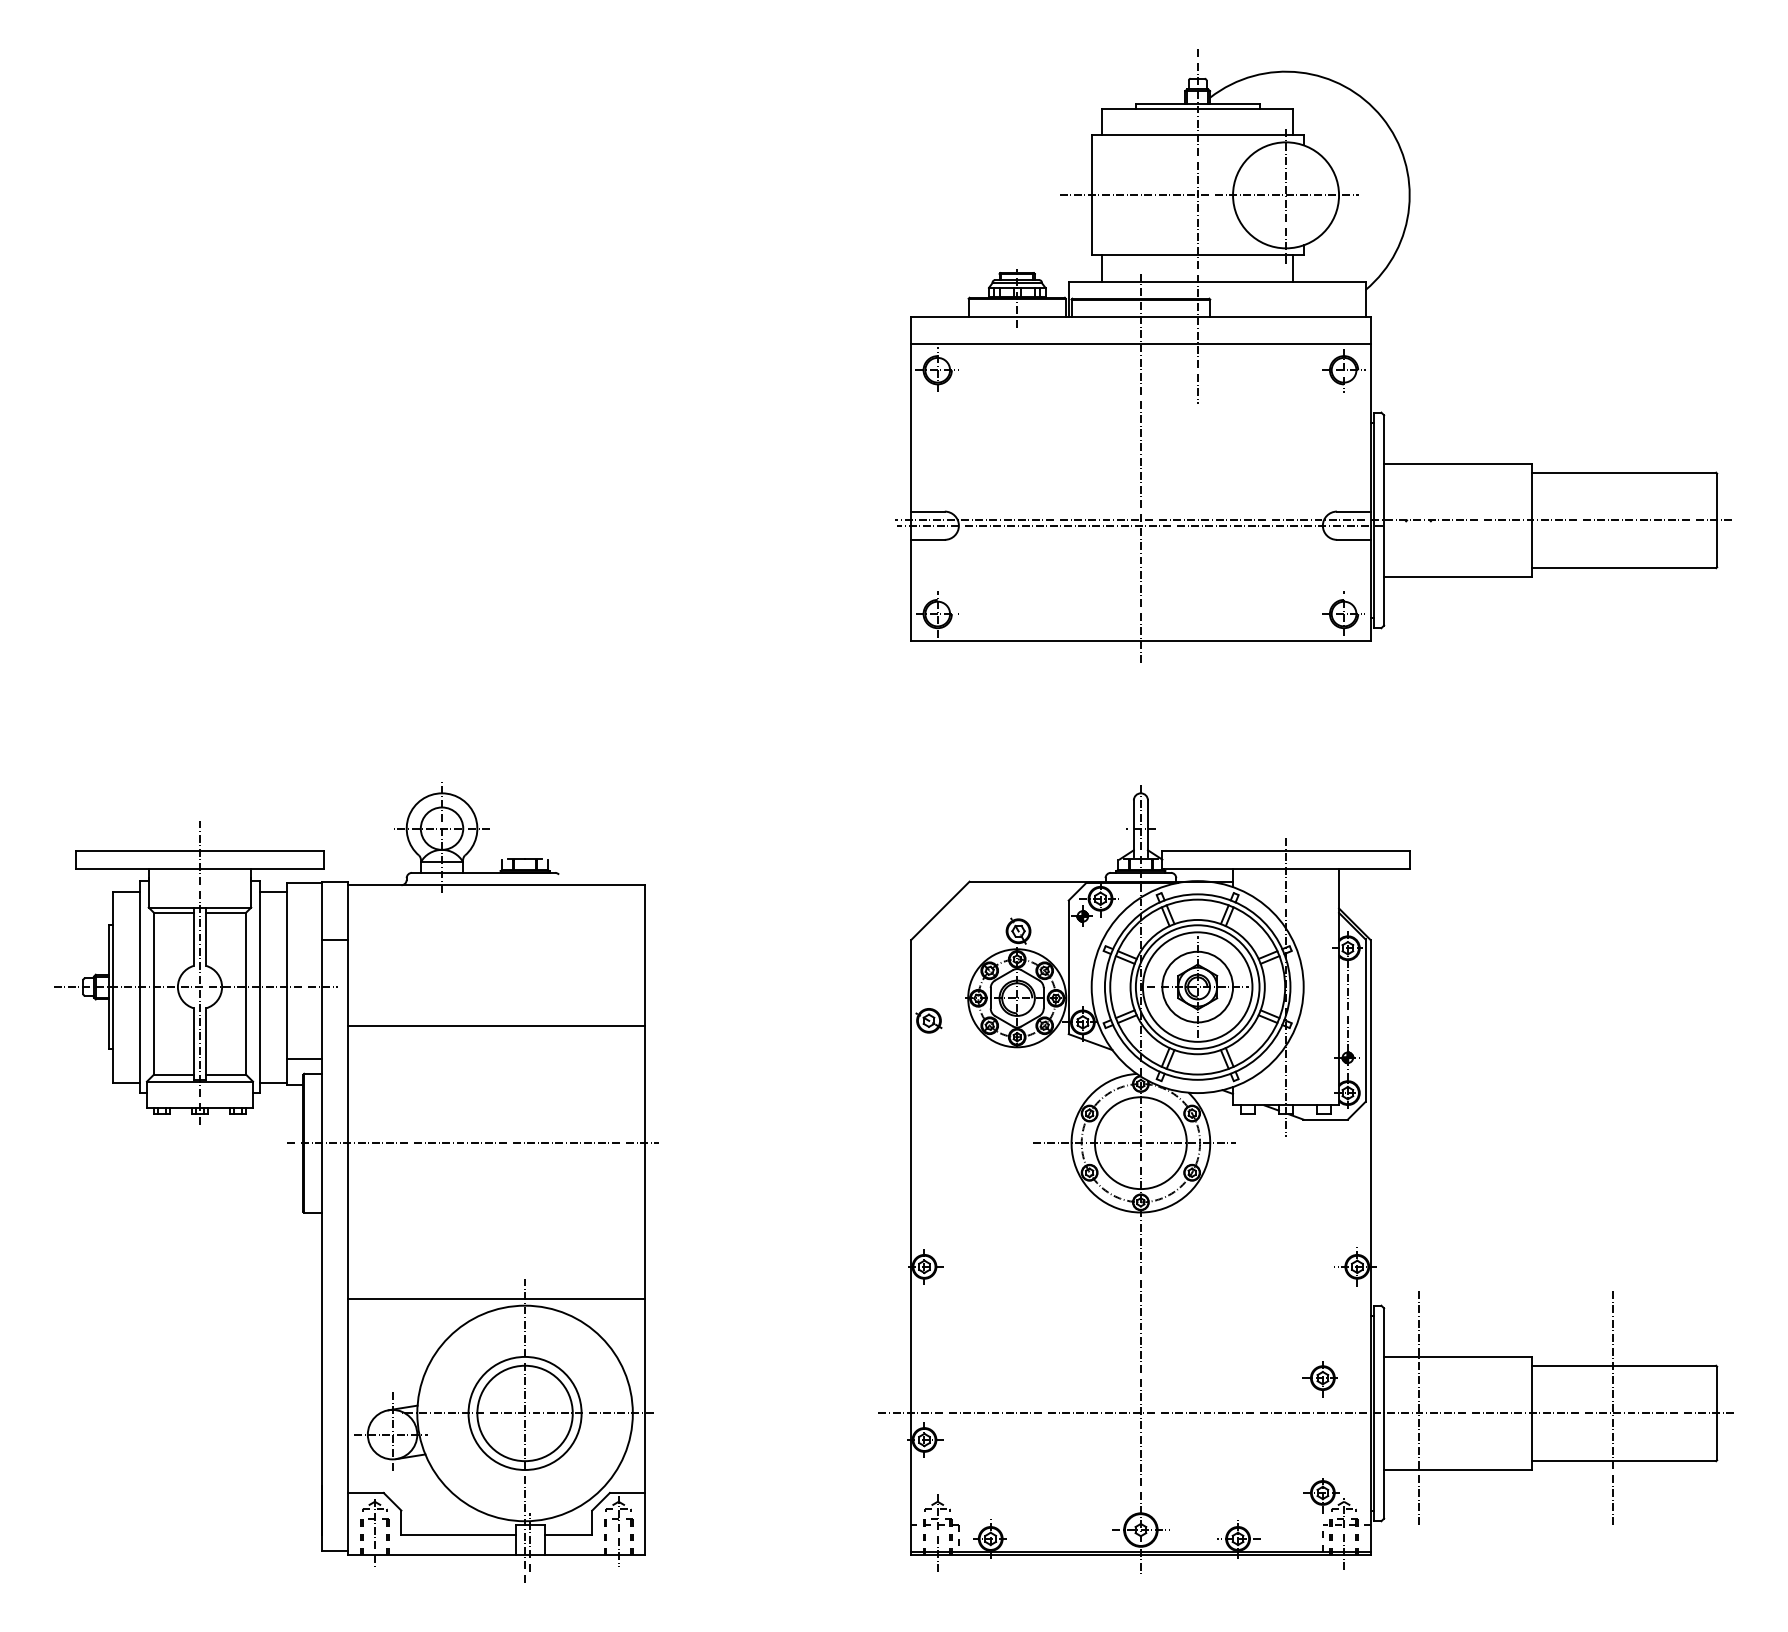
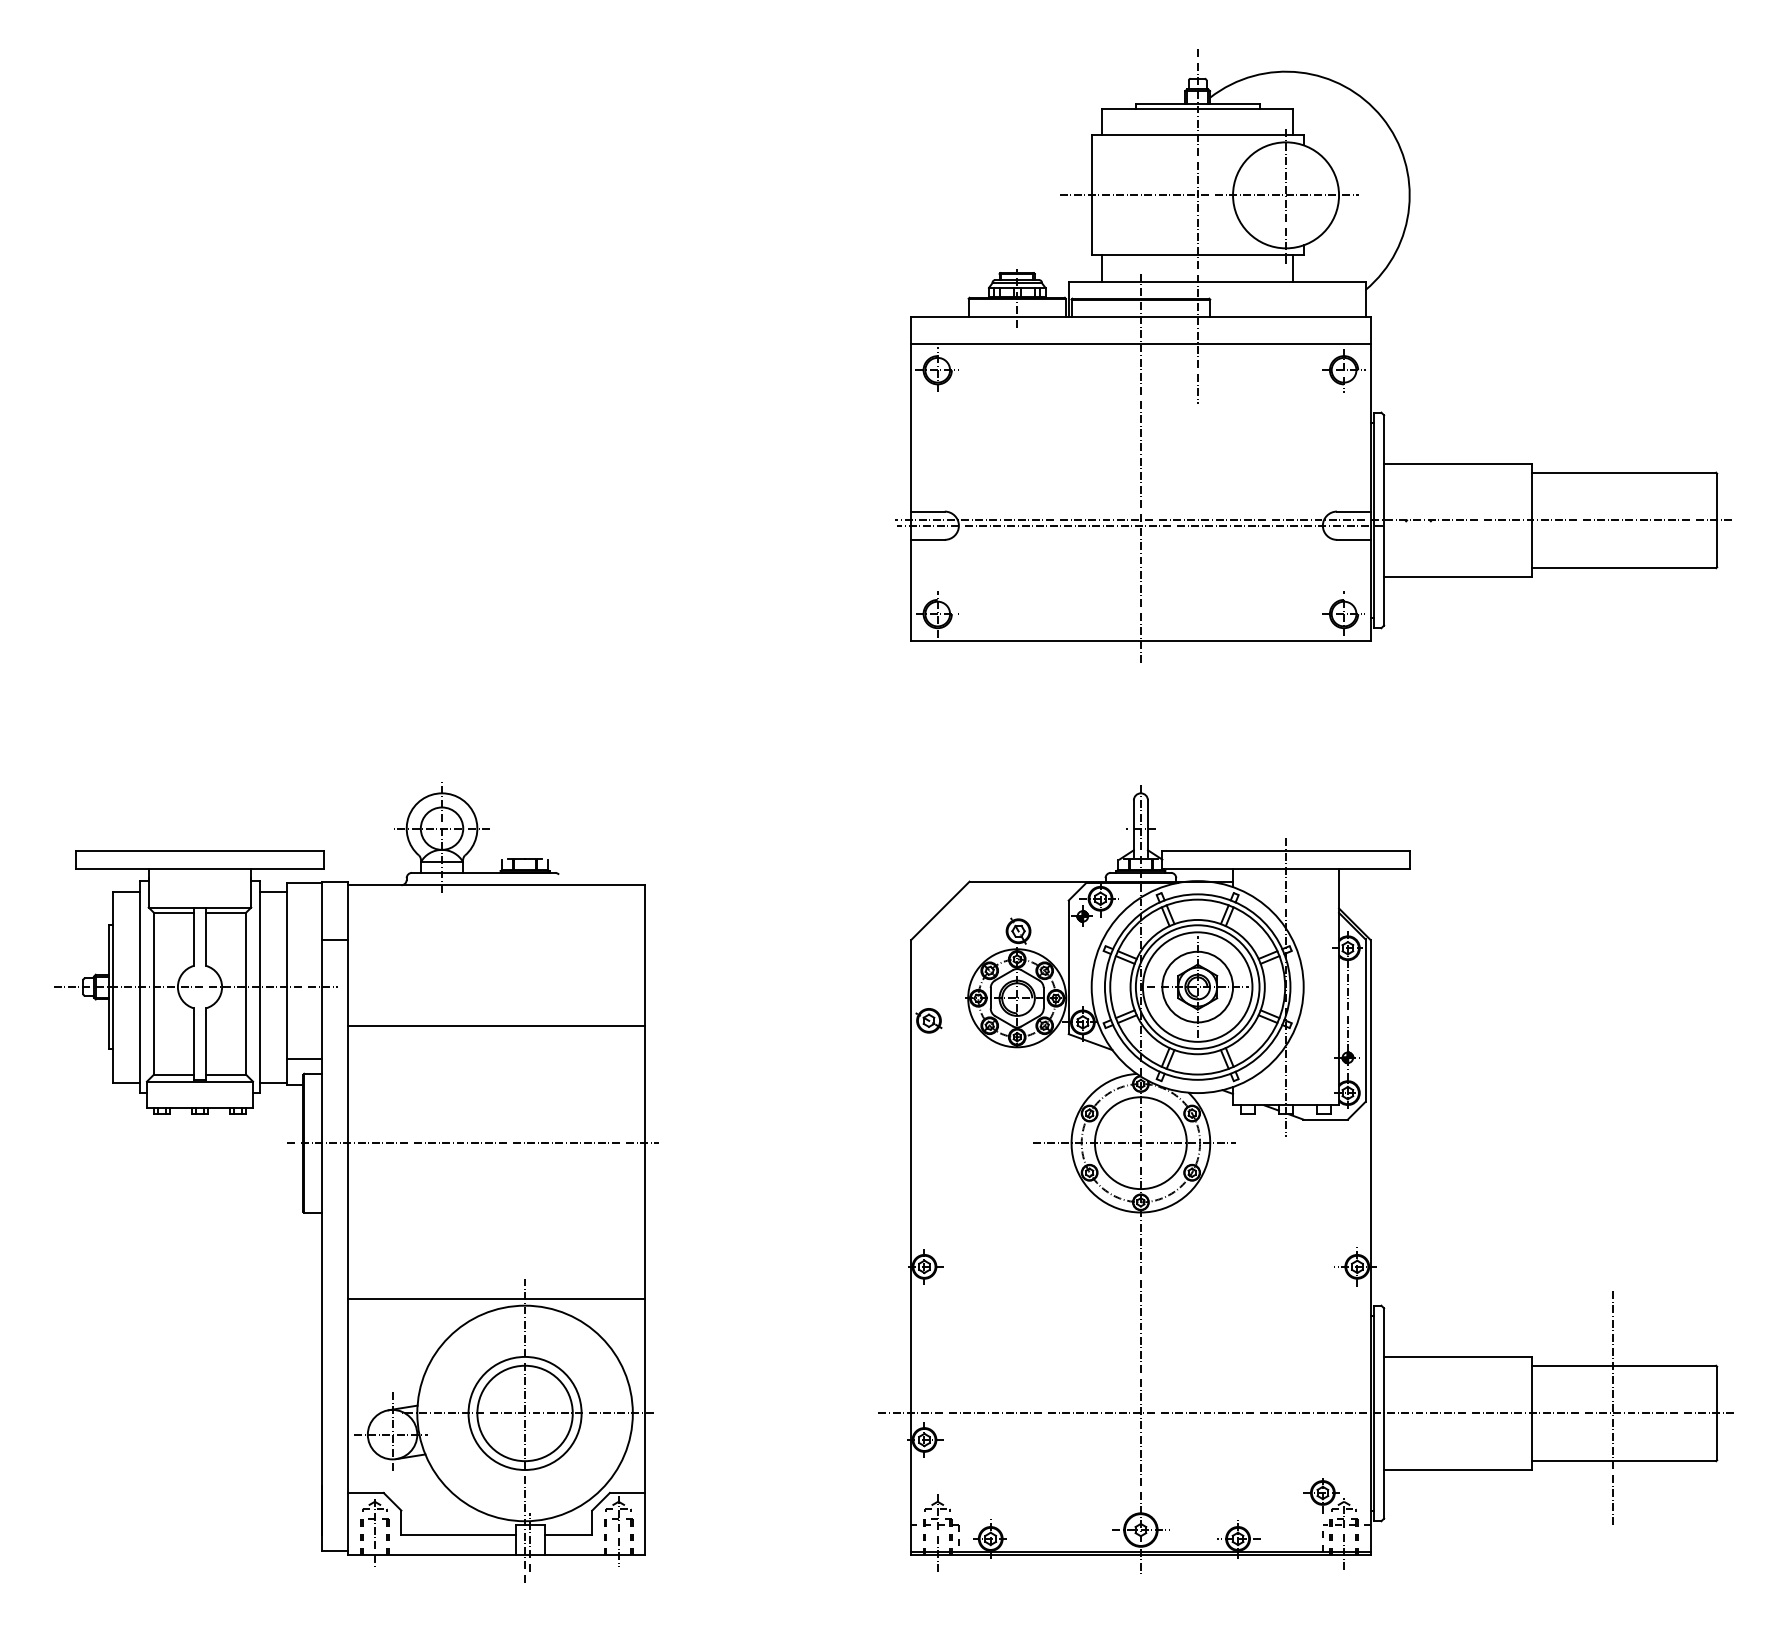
line at (200, 973): present -> none
part at (1319, 1379): present -> none
line at (1418, 1408): present -> none
